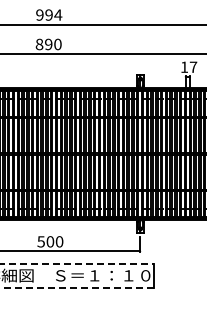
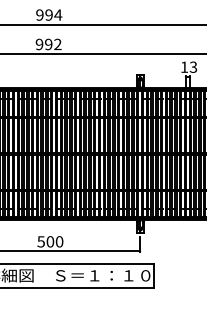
text at (48, 44): 890 -> 992
text at (193, 66): 17 -> 13
line at (77, 264): dashed -> solid
line at (77, 288): dashed -> solid
